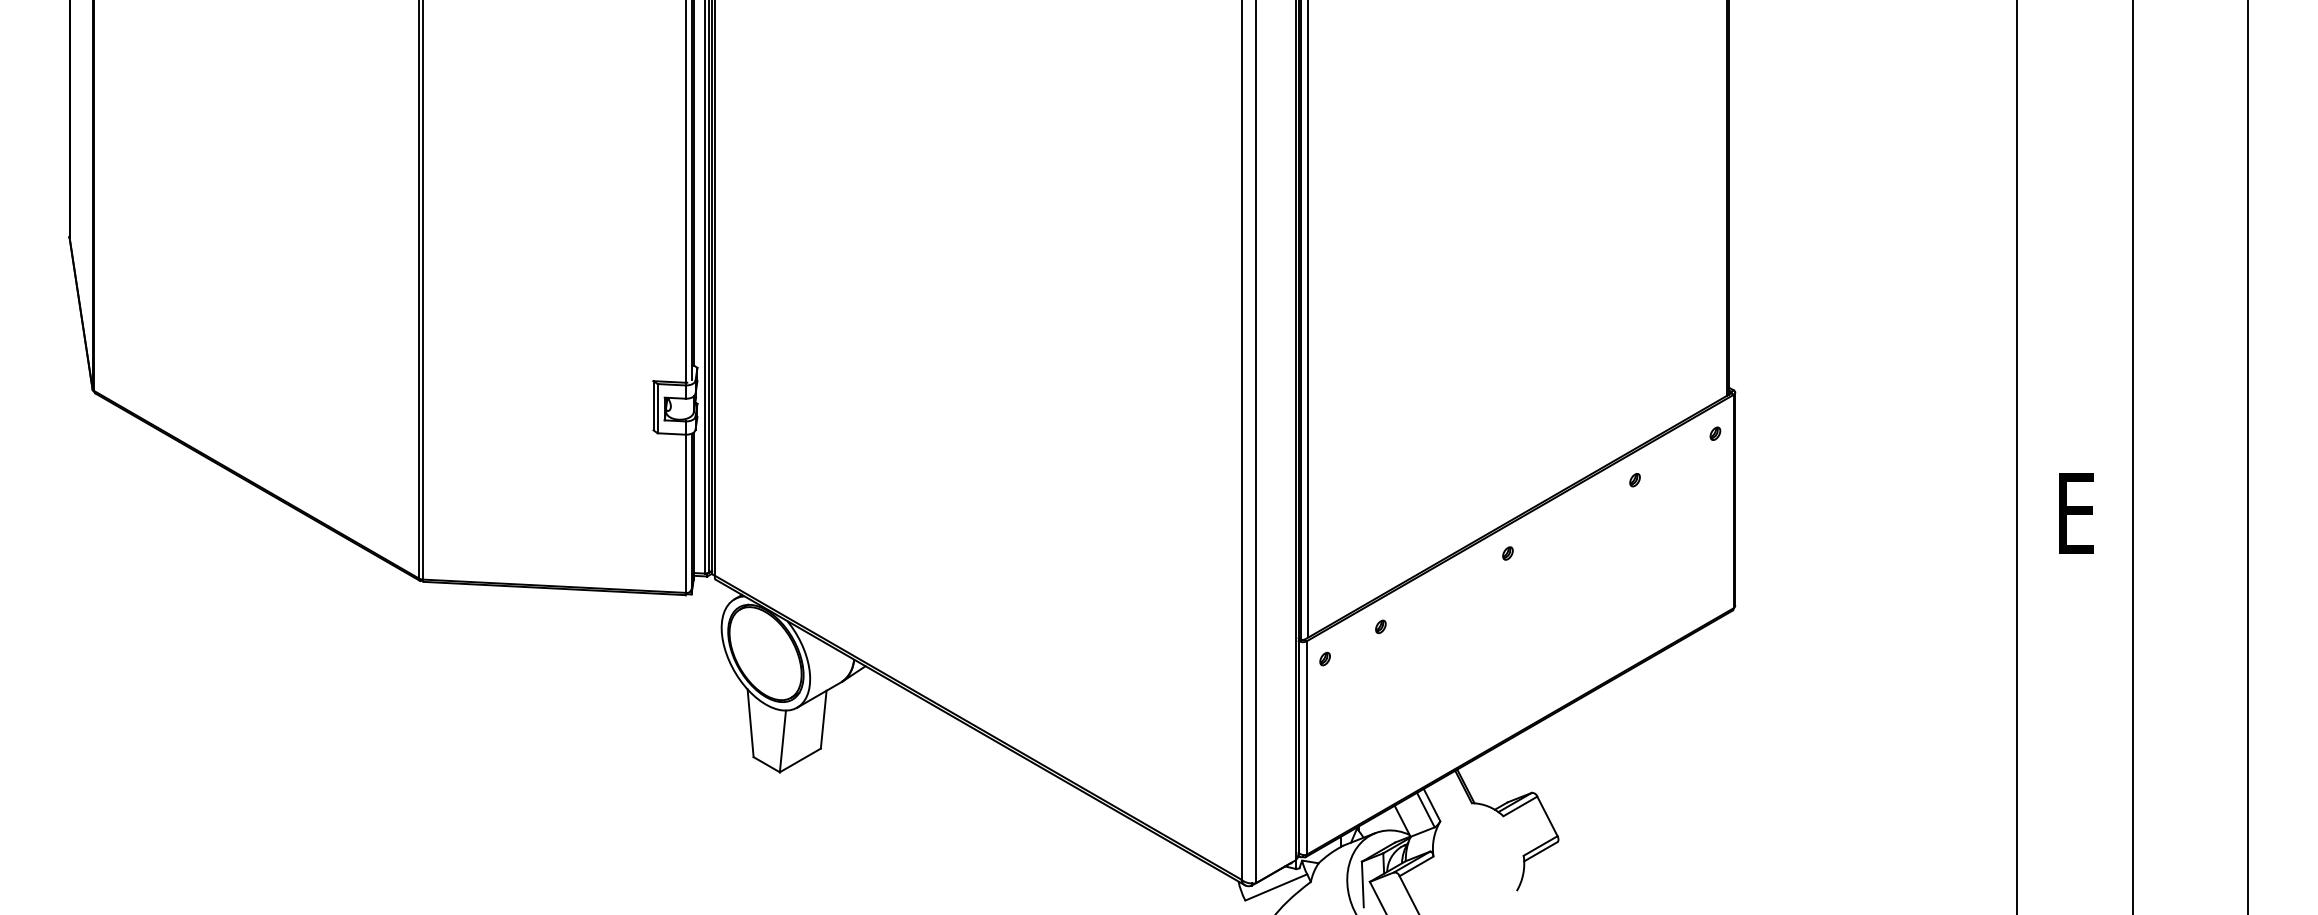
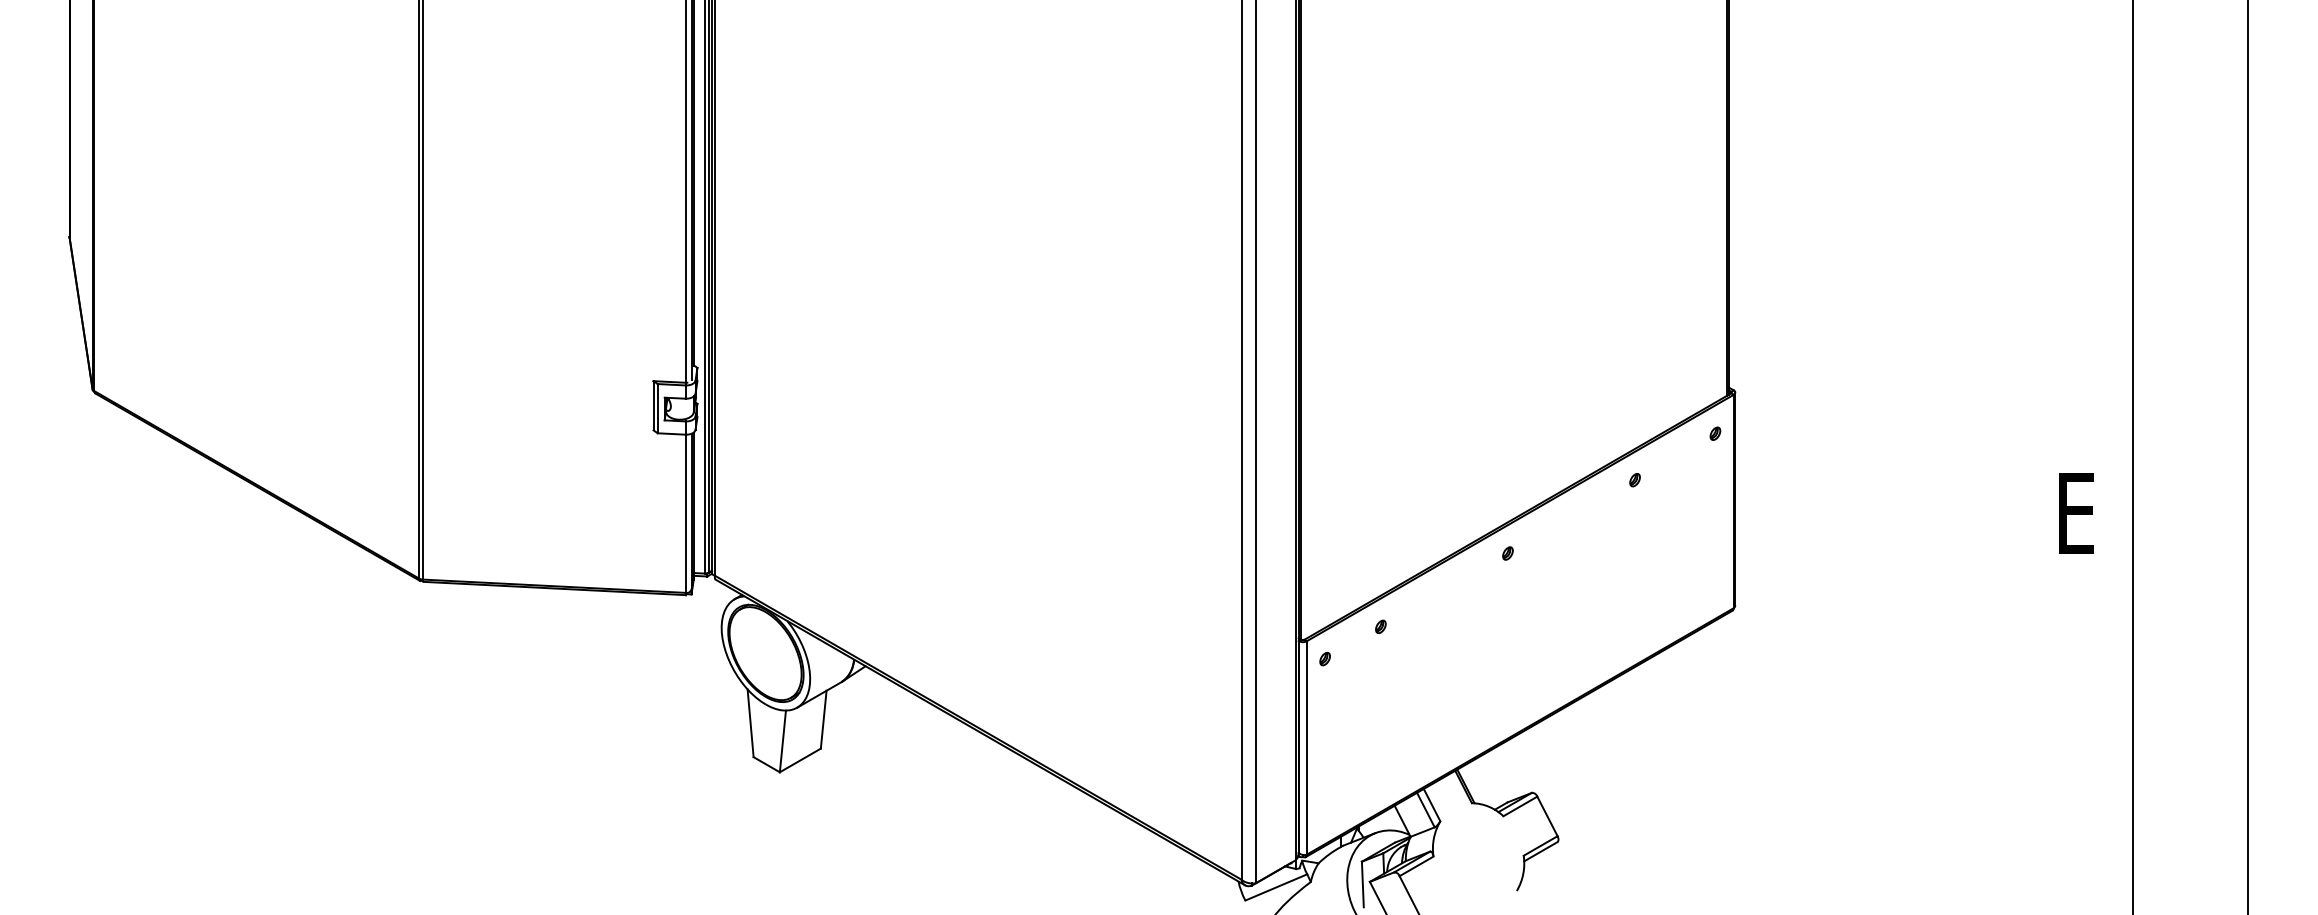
line at (1308, 319): present -> none
line at (2016, 456): present -> none
